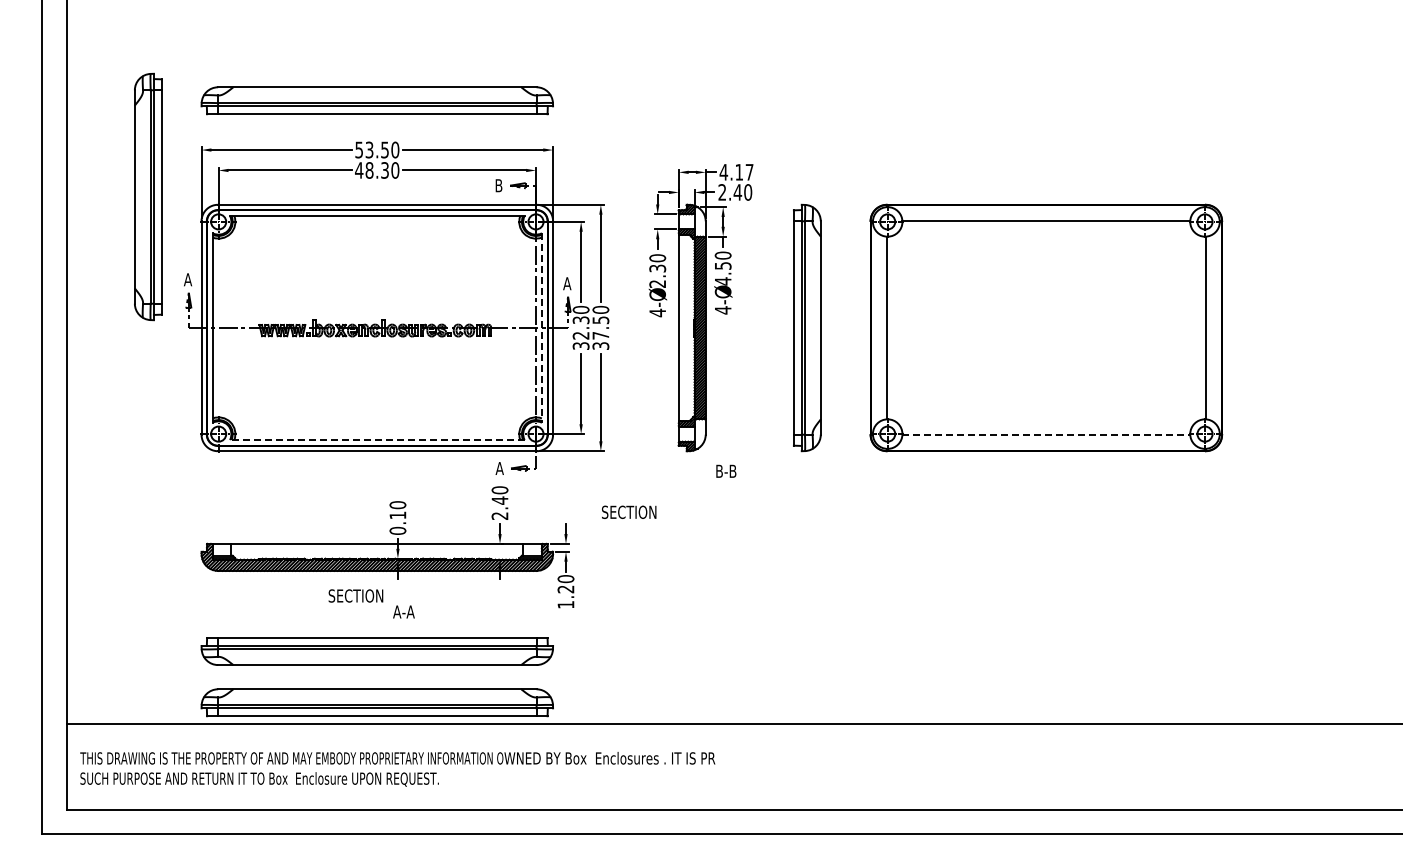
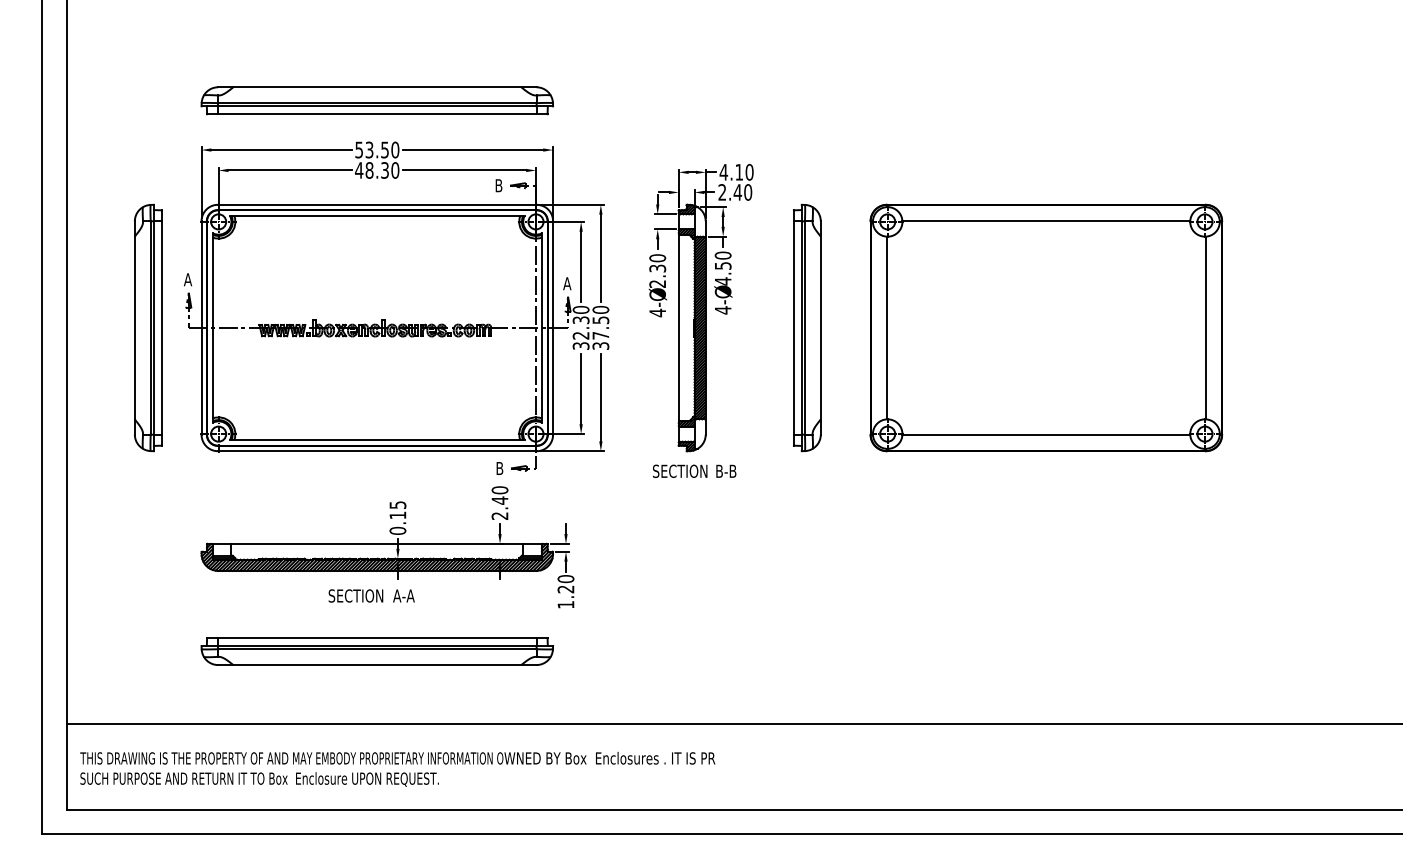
text at (749, 171): 4.17 -> 4.10
part at (148, 196) position: (148, 196) -> (148, 327)
line at (541, 328): dashed -> solid
line at (1046, 434): dashed -> solid
line at (376, 440): dashed -> solid
text at (499, 468): A -> B
text at (397, 505): 0.10 -> 0.15
text at (629, 511) position: (629, 511) -> (680, 470)
text at (403, 611) position: (403, 611) -> (403, 595)
part at (376, 702): present -> none
